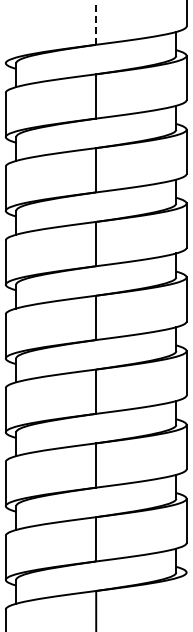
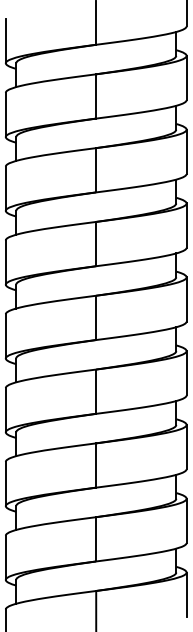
line at (96, 22): dashed -> solid
line at (5, 40): none -> present
line at (186, 594): none -> present
